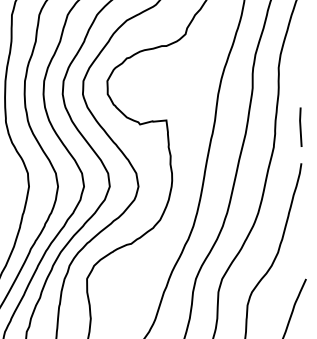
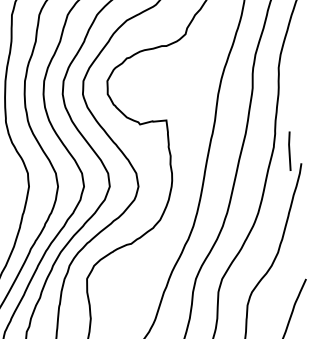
line at (300, 126) position: (300, 126) -> (289, 150)
